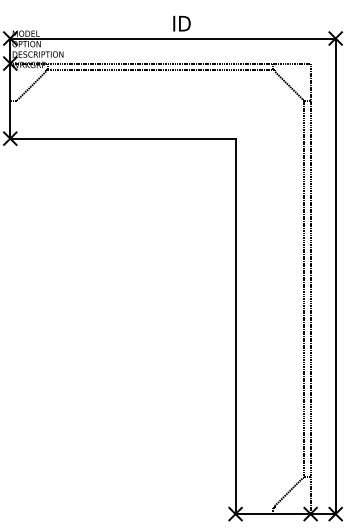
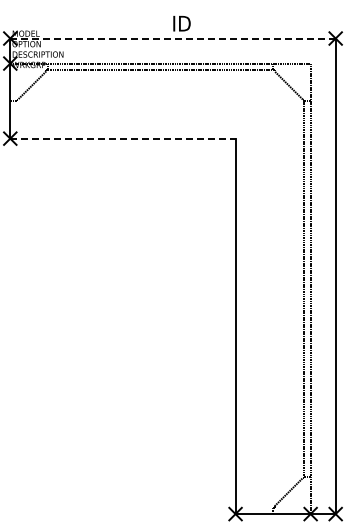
line at (173, 38): solid -> dashed
line at (122, 138): solid -> dashed
